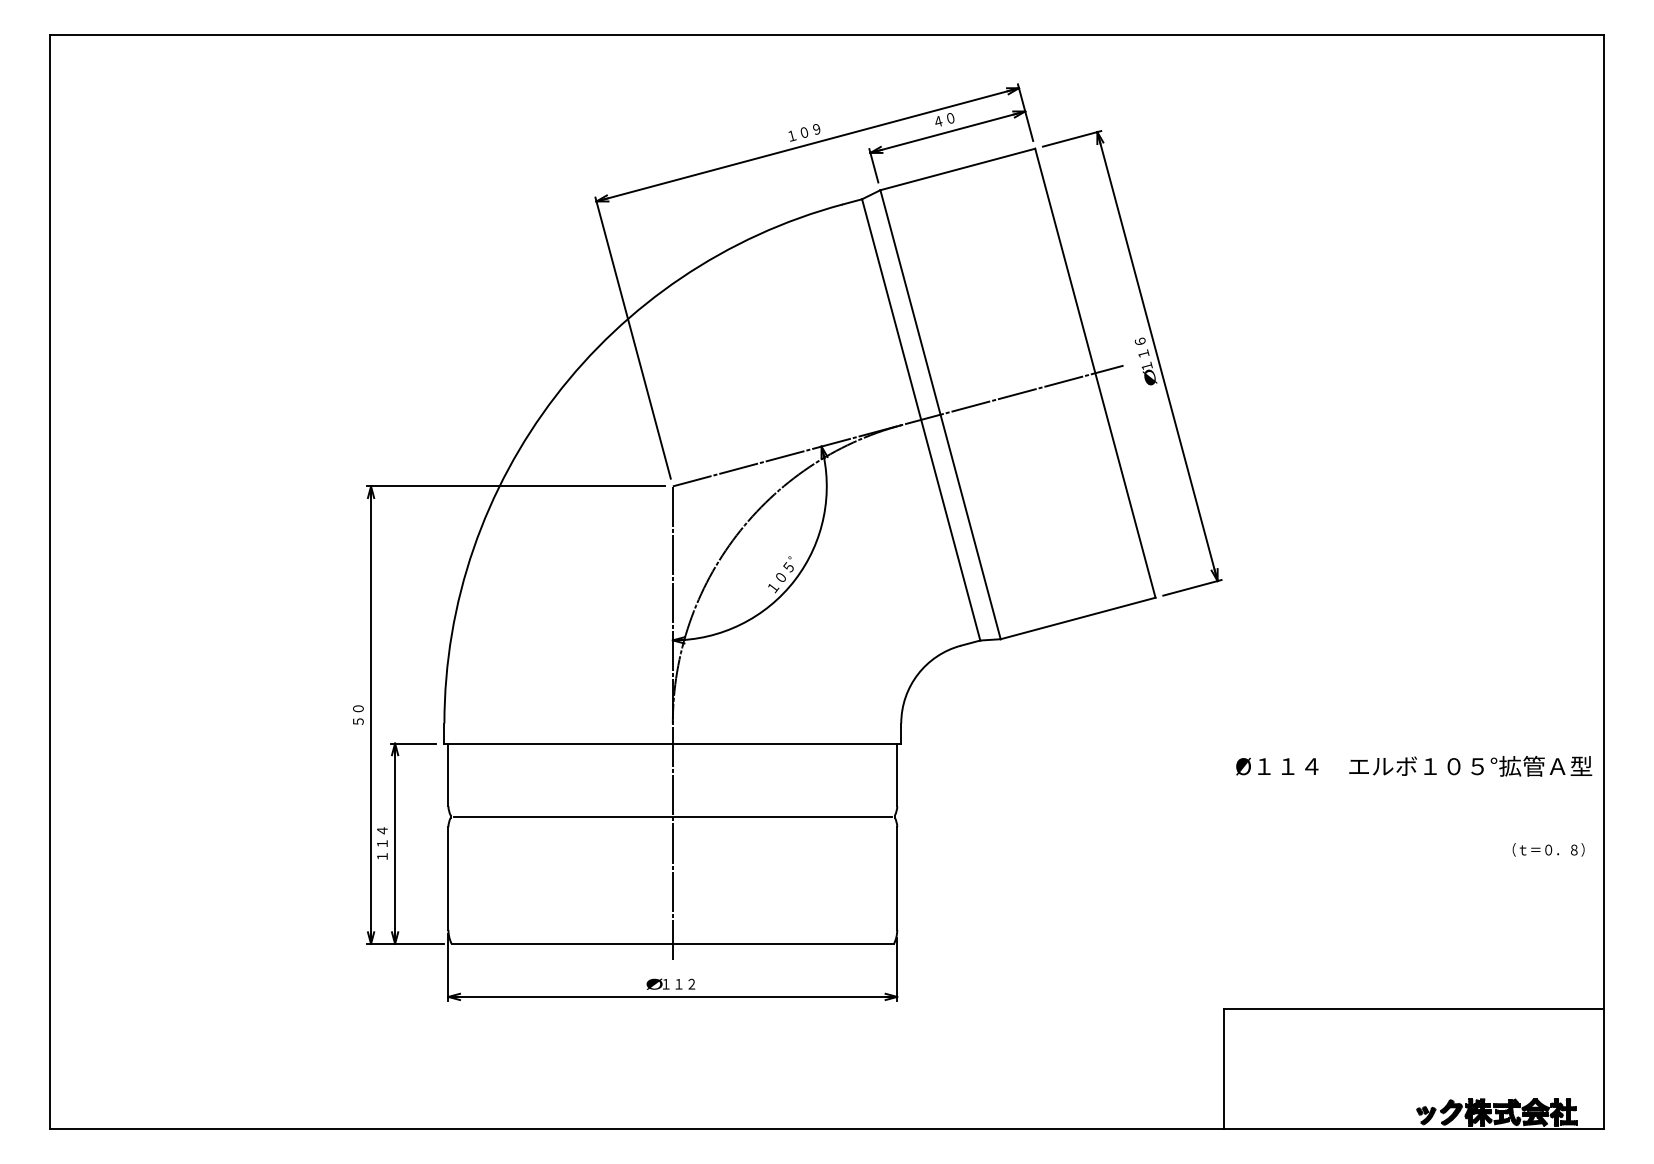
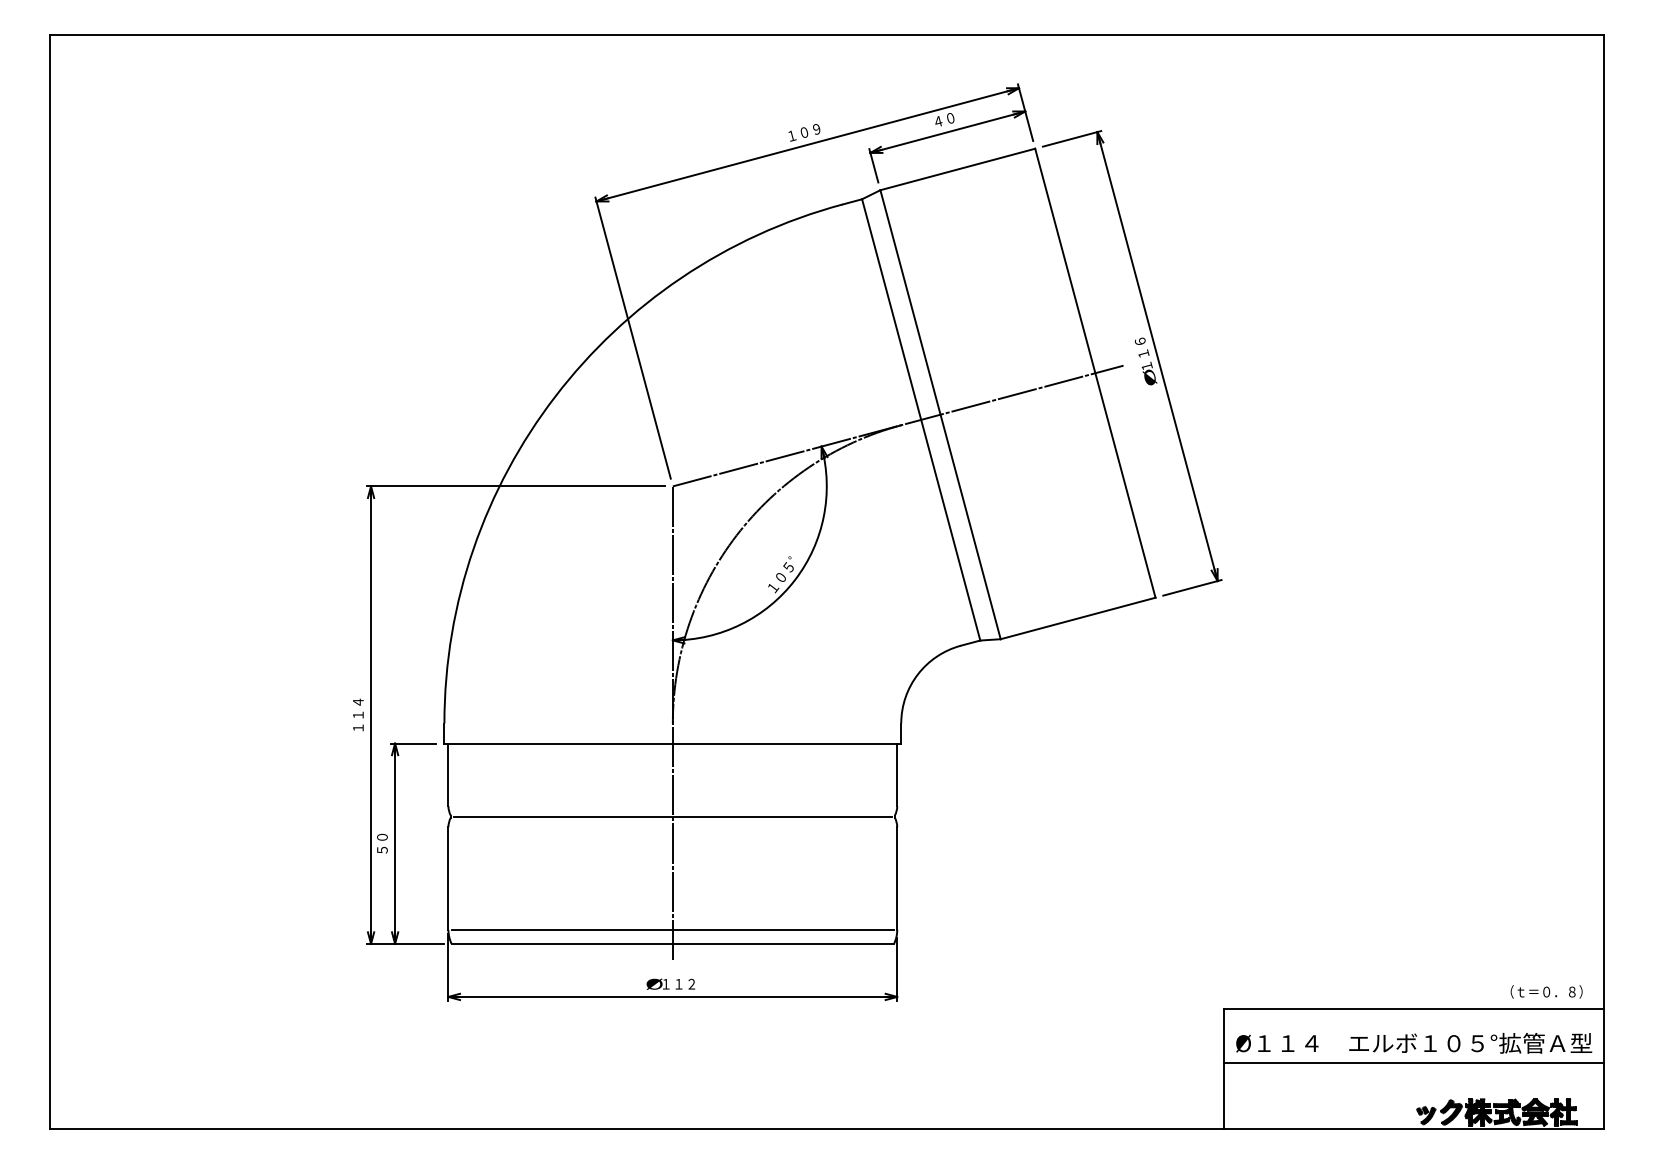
text at (358, 714): ５０ -> １１４
text at (1414, 766) position: (1414, 766) -> (1414, 1043)
text at (382, 843): １１４ -> ５０
text at (1548, 849) position: (1548, 849) -> (1546, 991)
line at (672, 929): none -> present
line at (1413, 1062): none -> present
